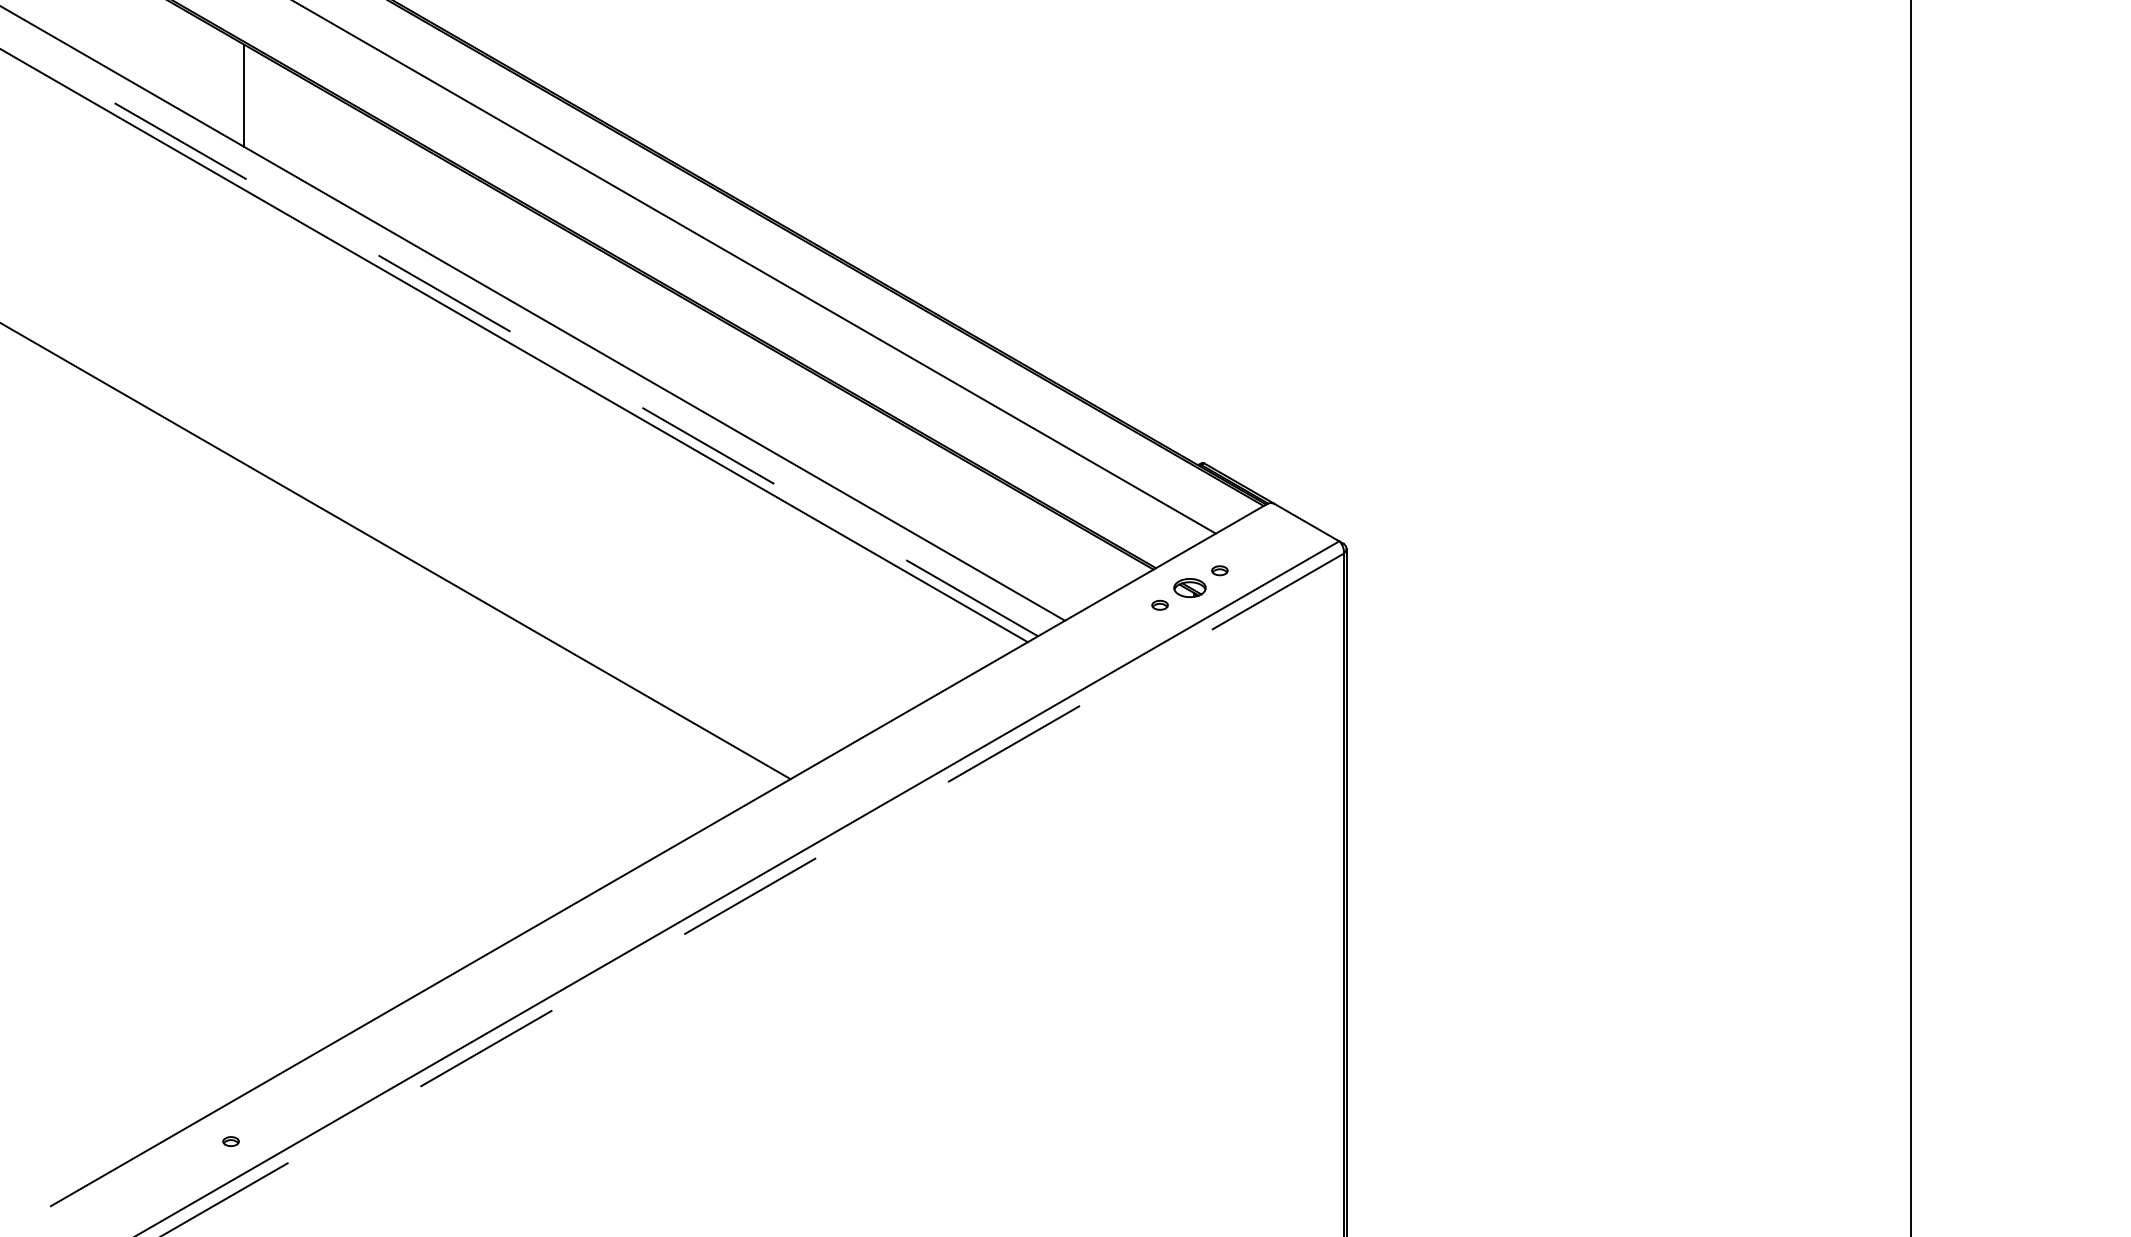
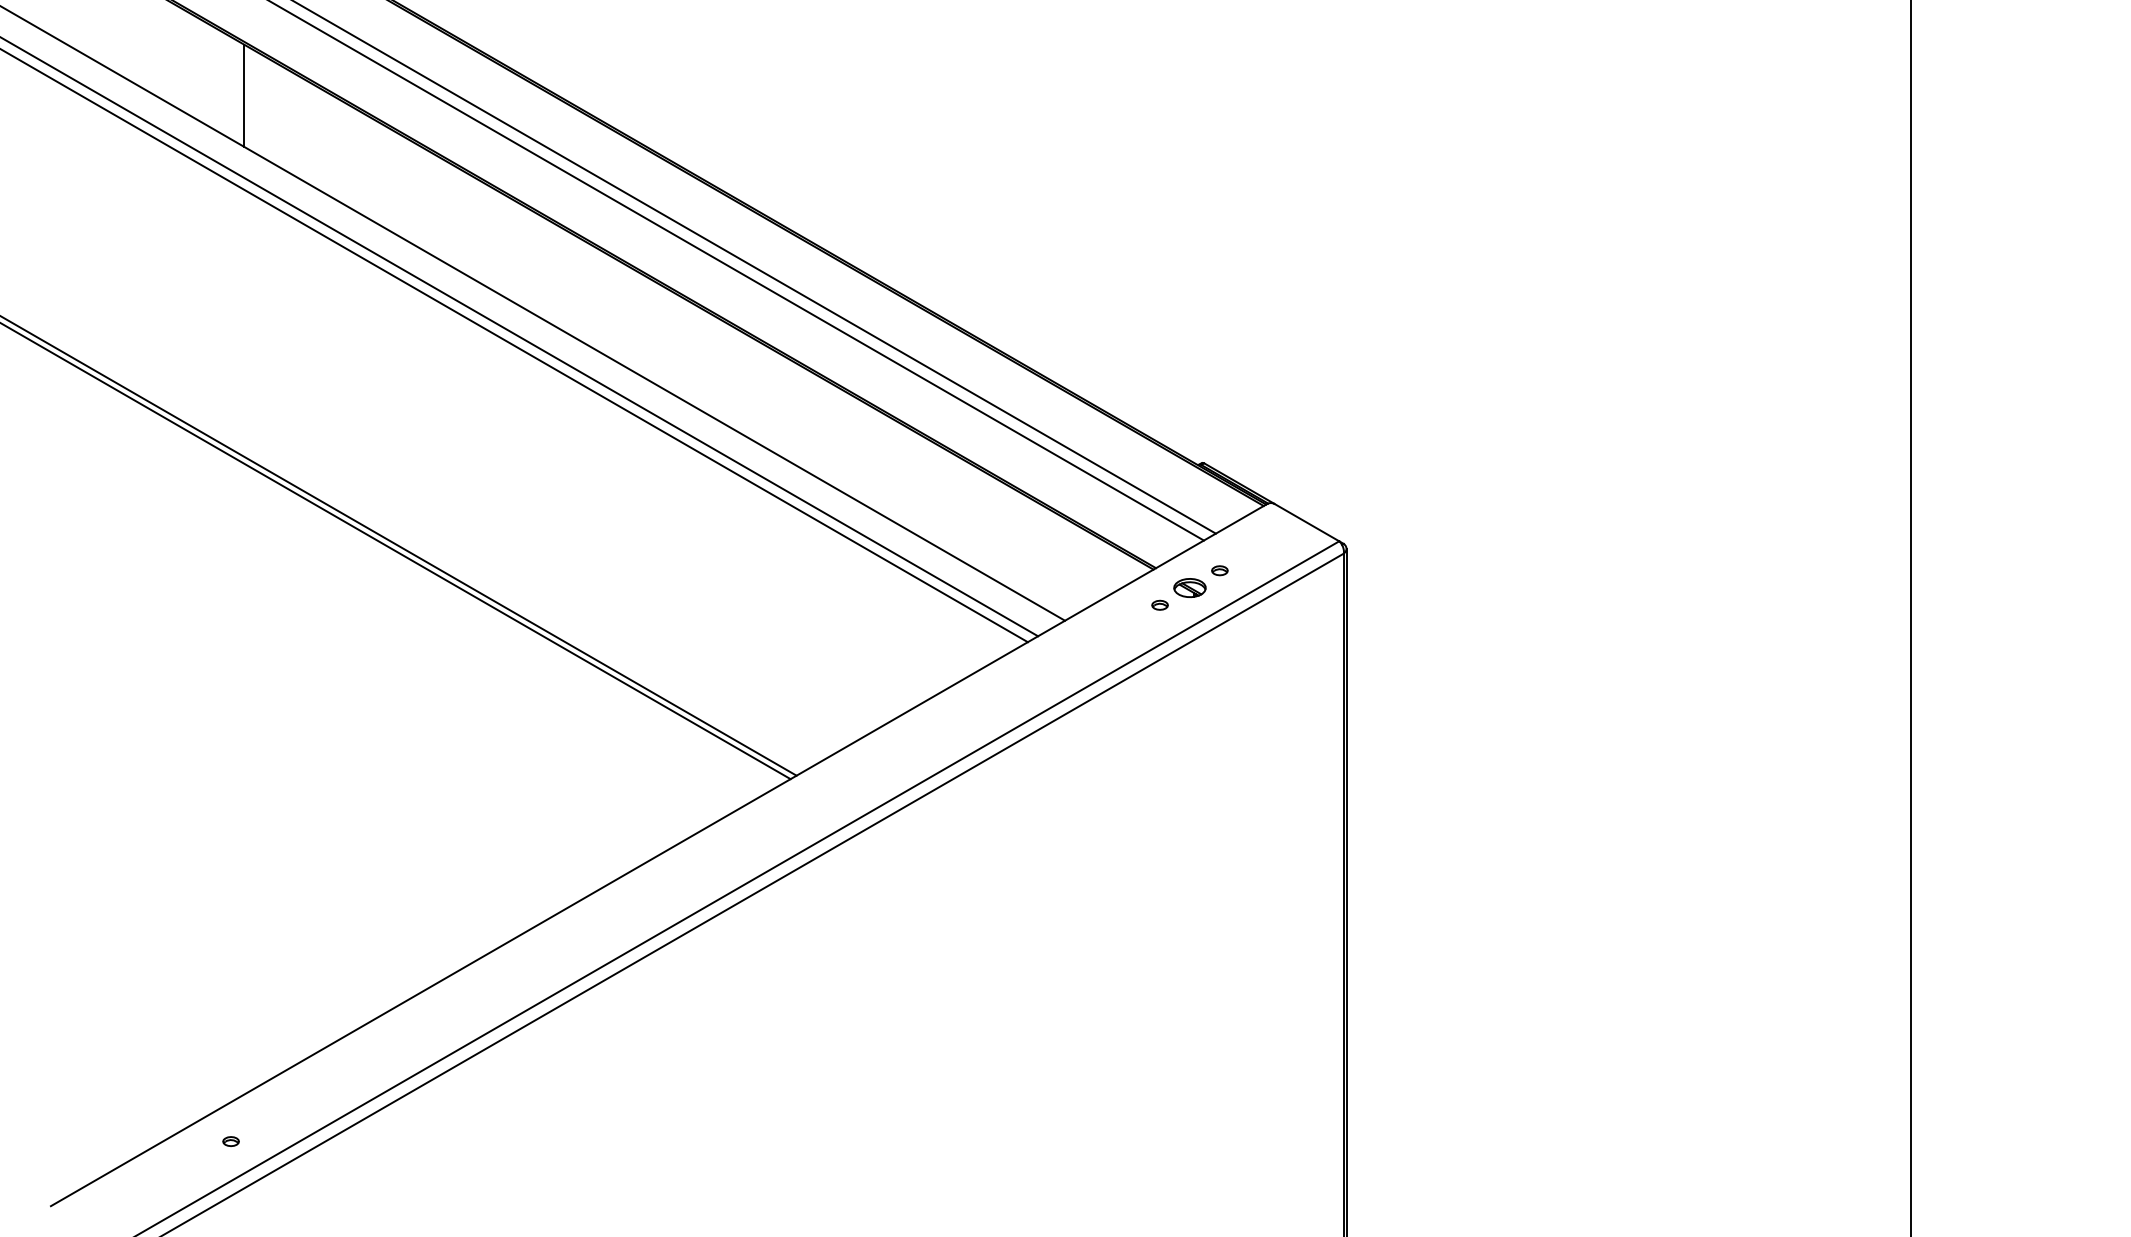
line at (737, 271): none -> present
line at (519, 336): dashed -> solid
line at (399, 546): none -> present
line at (751, 895): dashed -> solid
